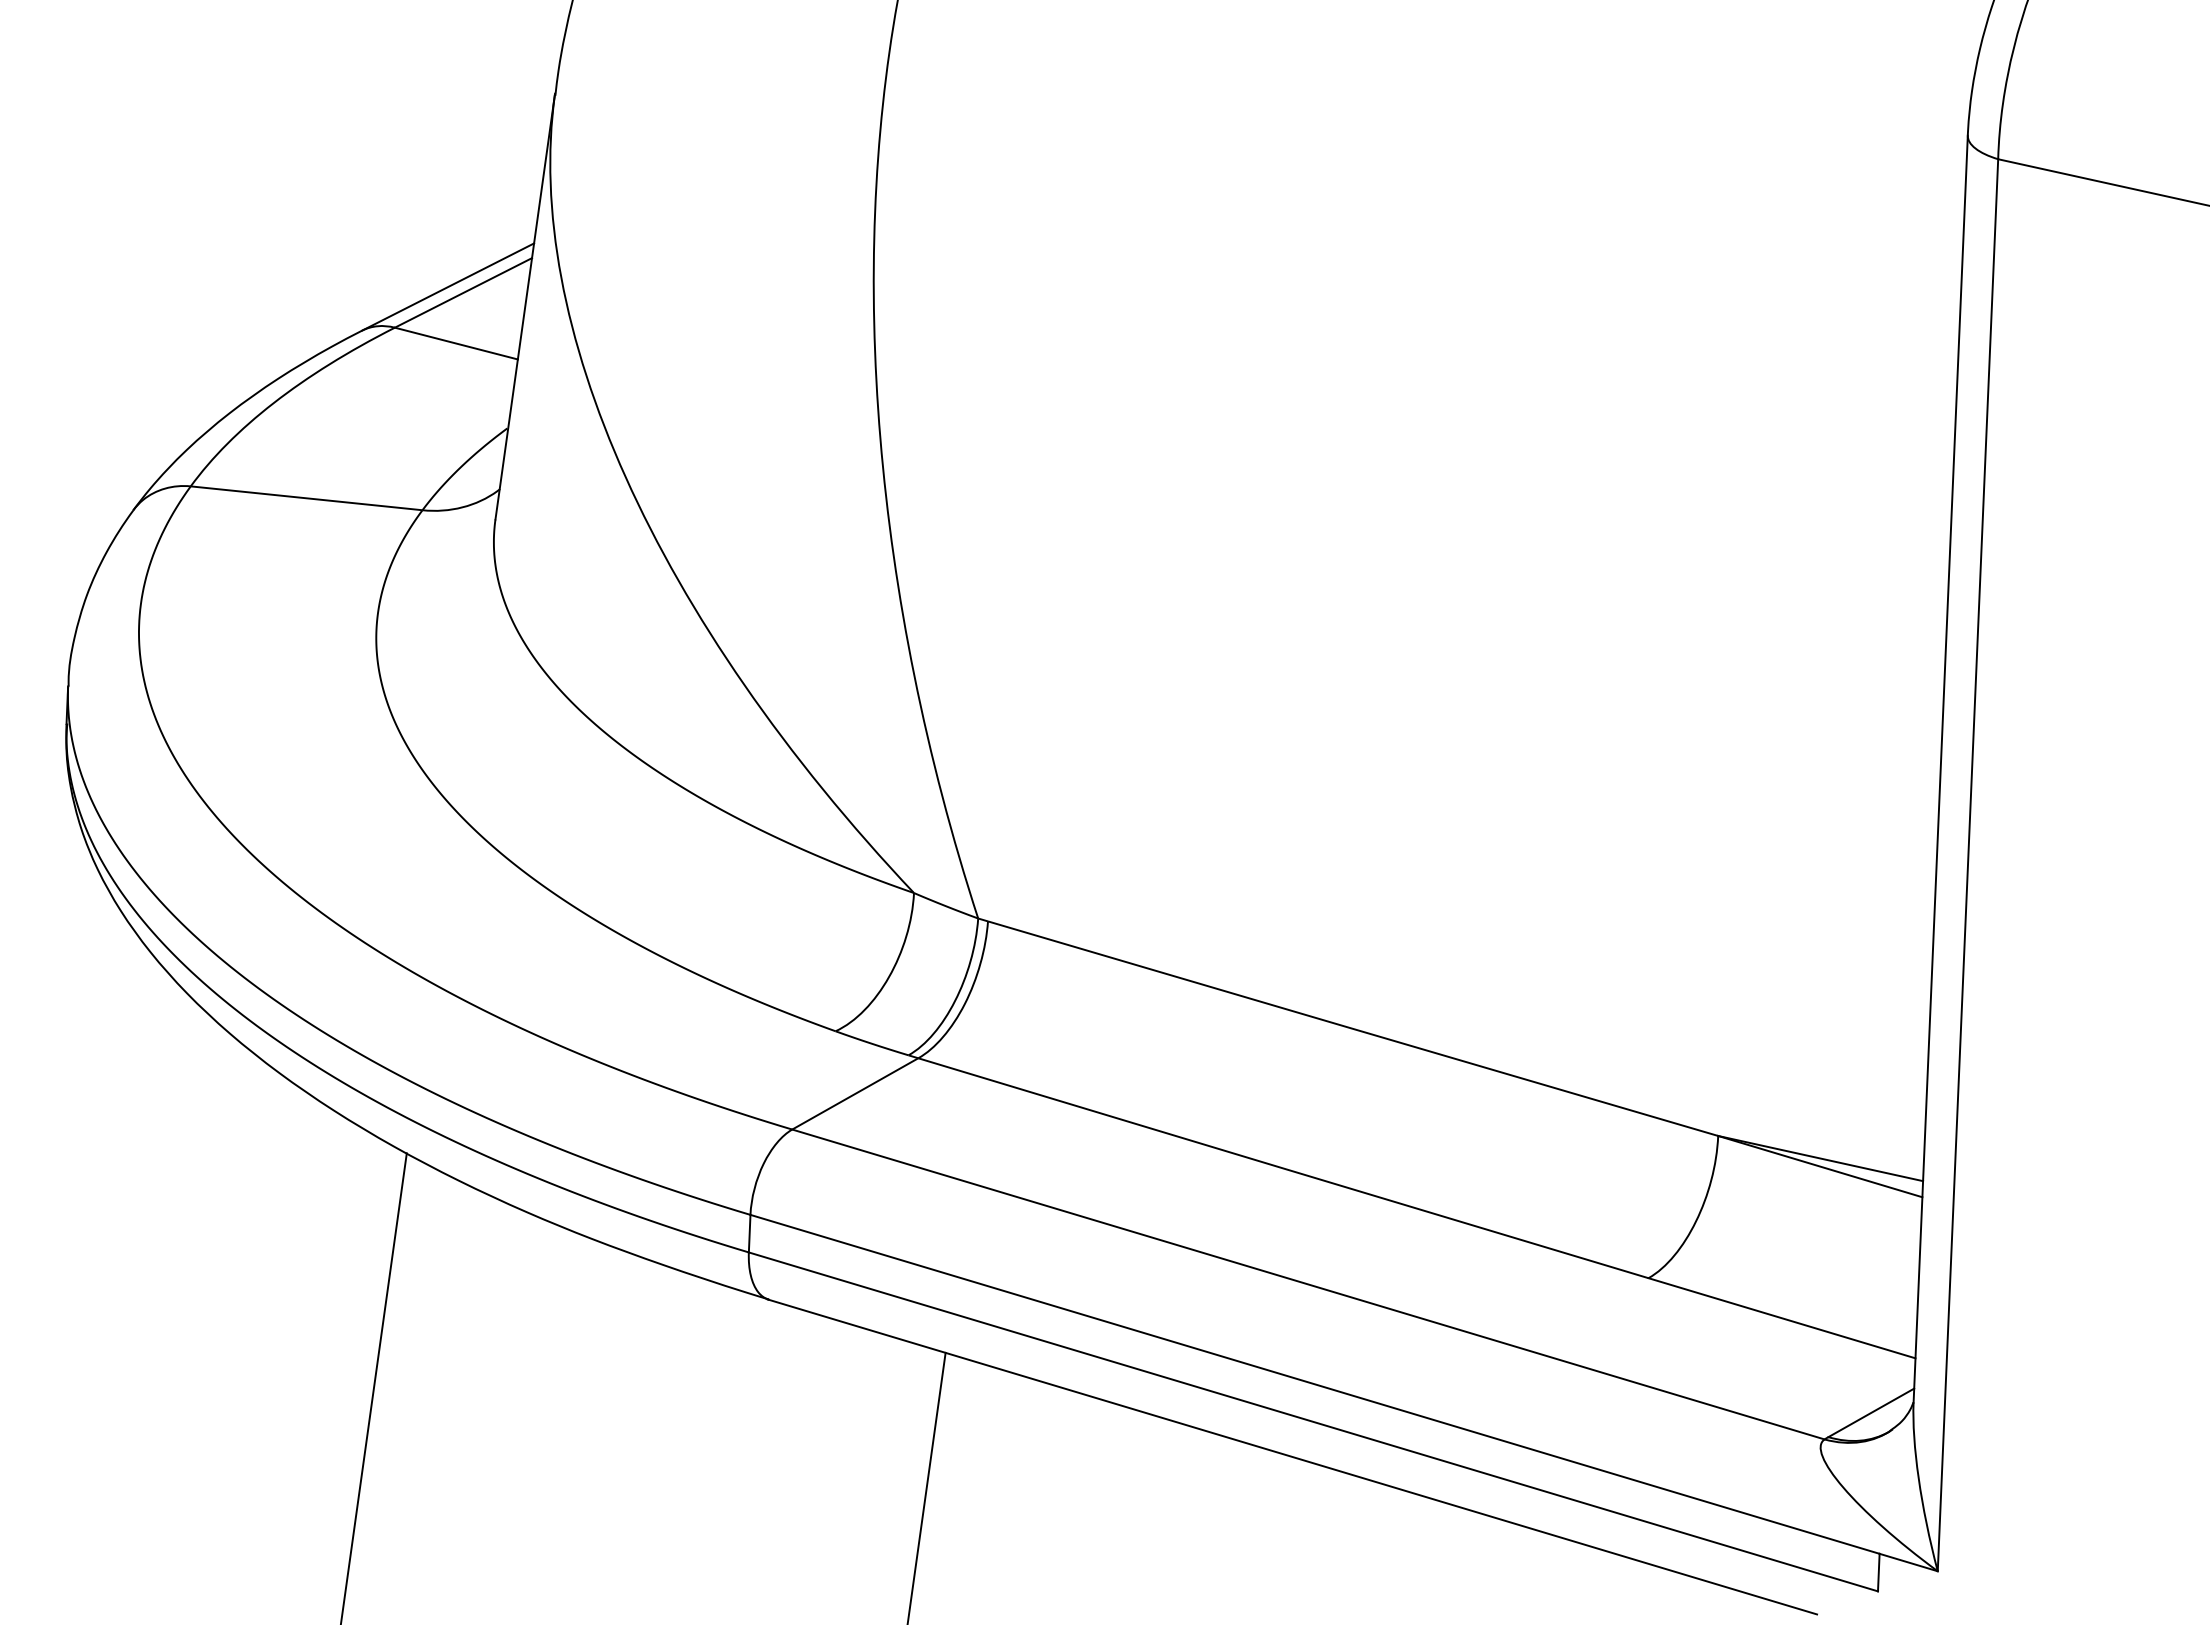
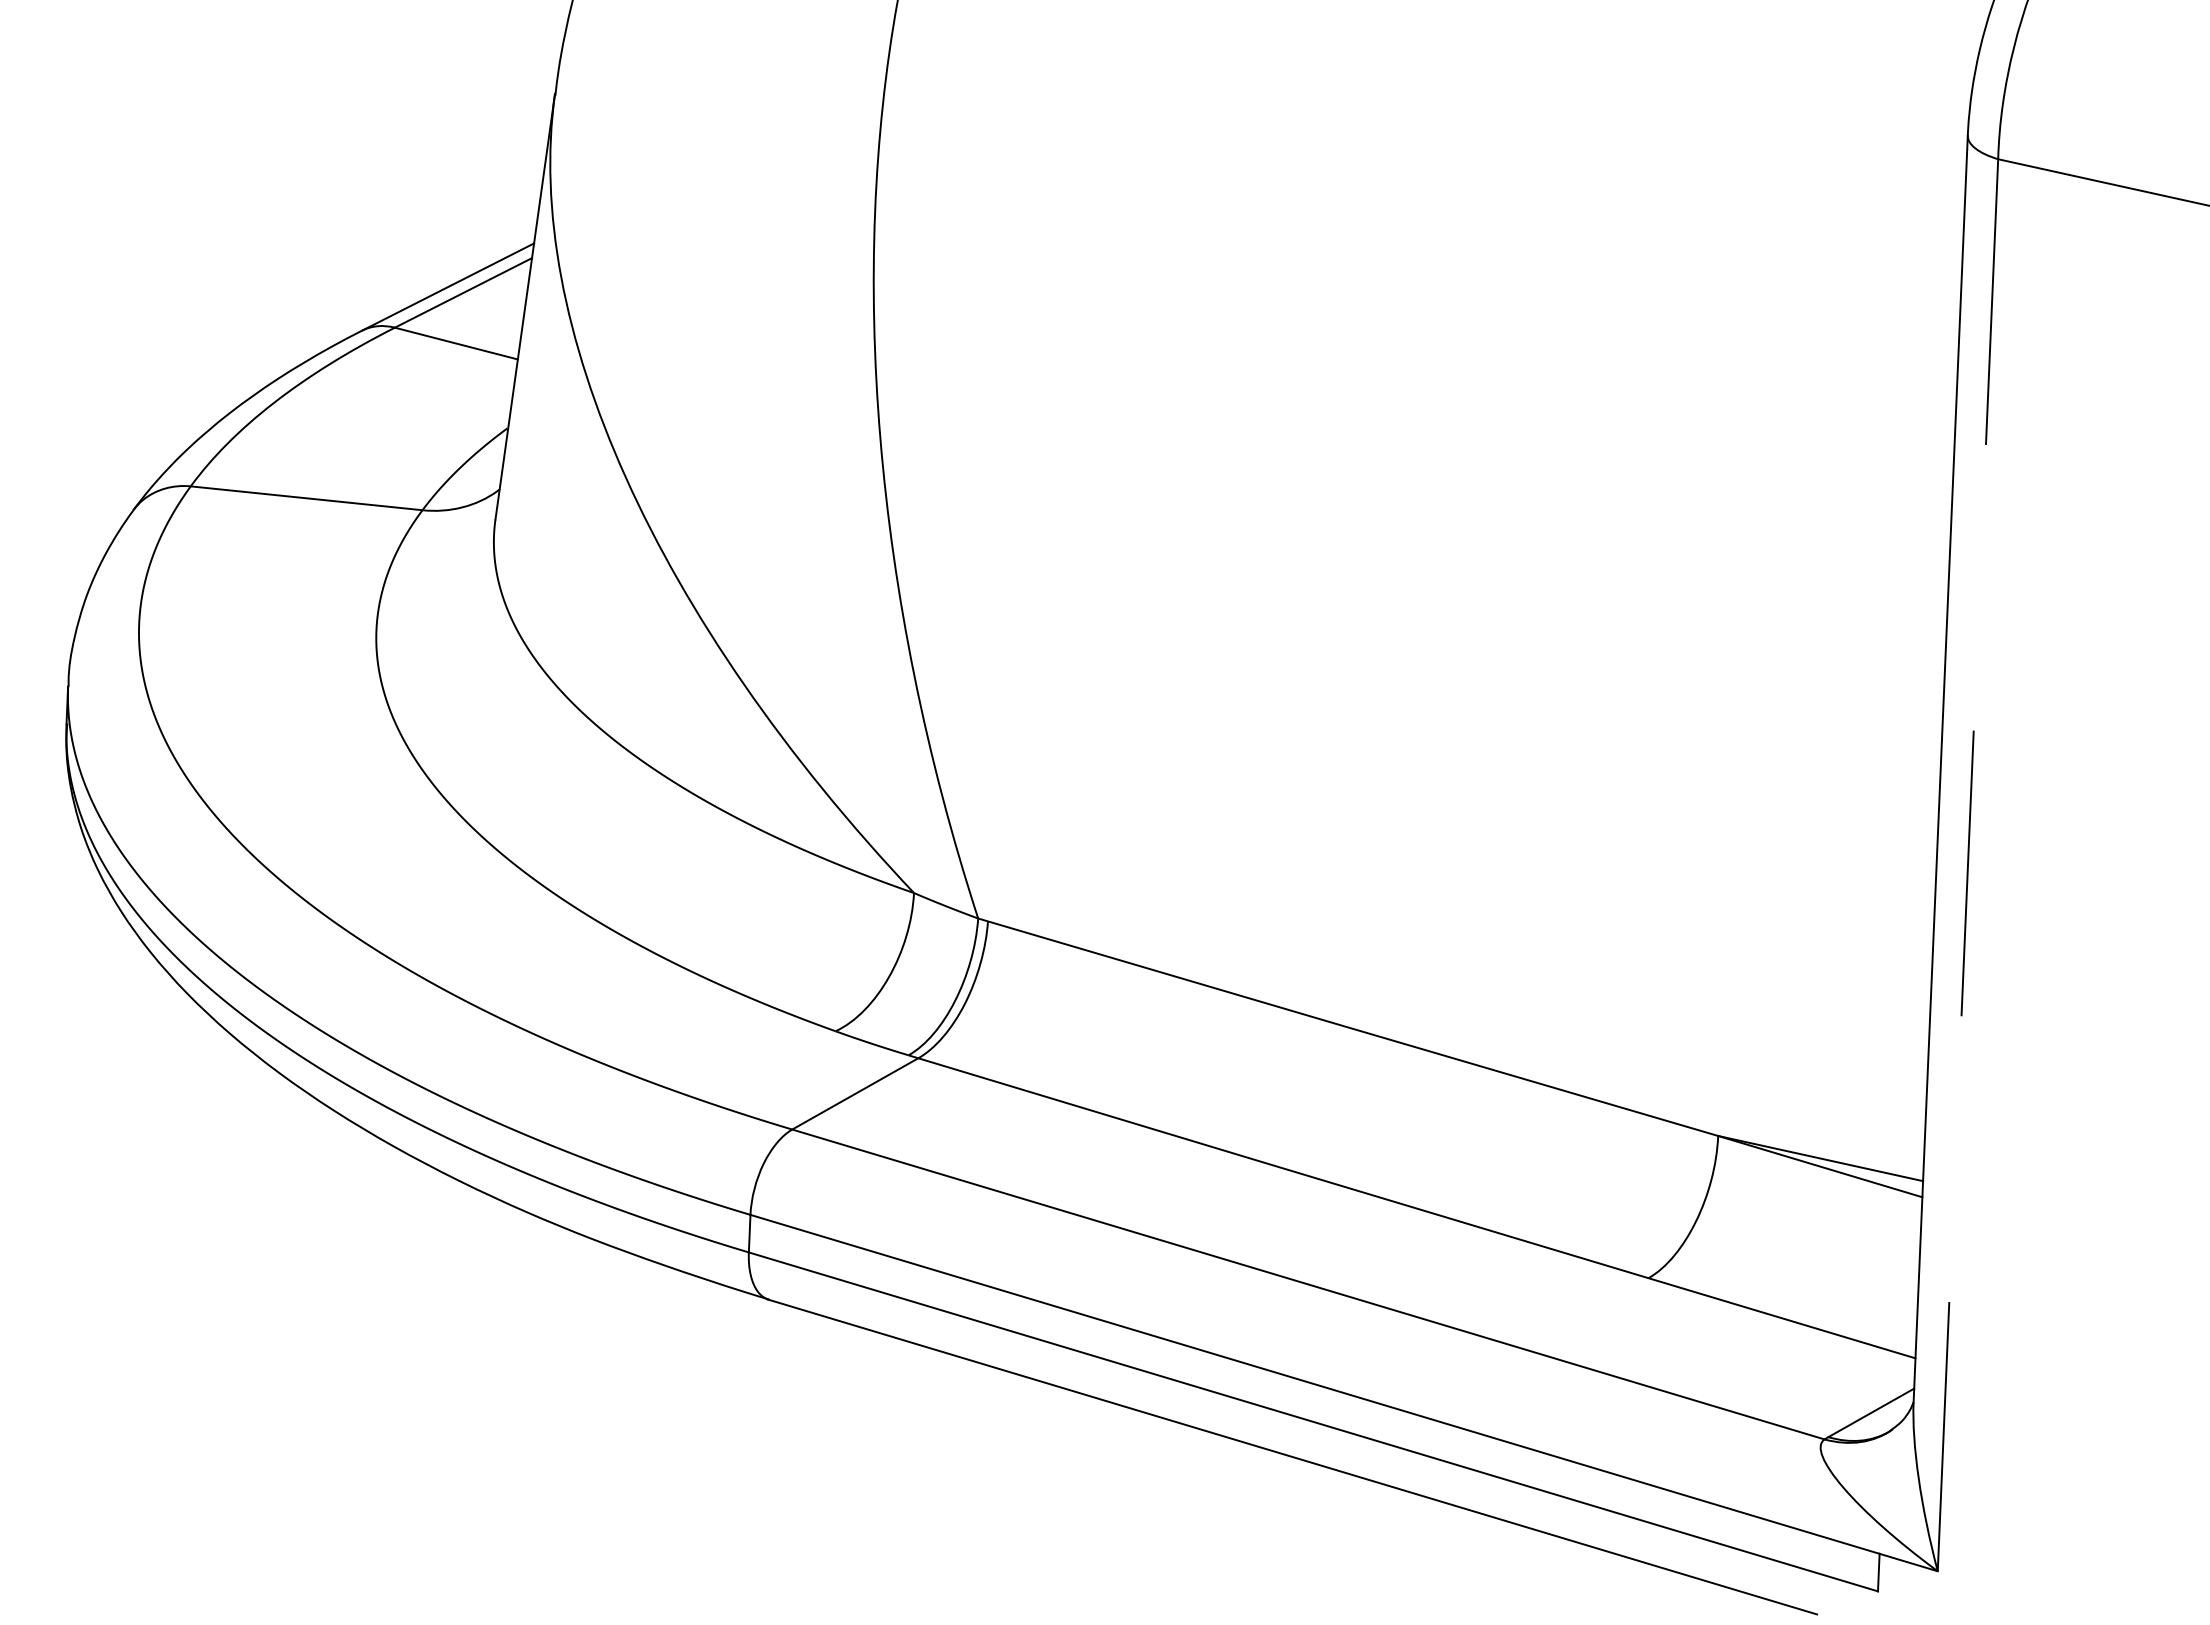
line at (1967, 865): solid -> dashed
line at (373, 1387): present -> none
line at (926, 1486): present -> none
